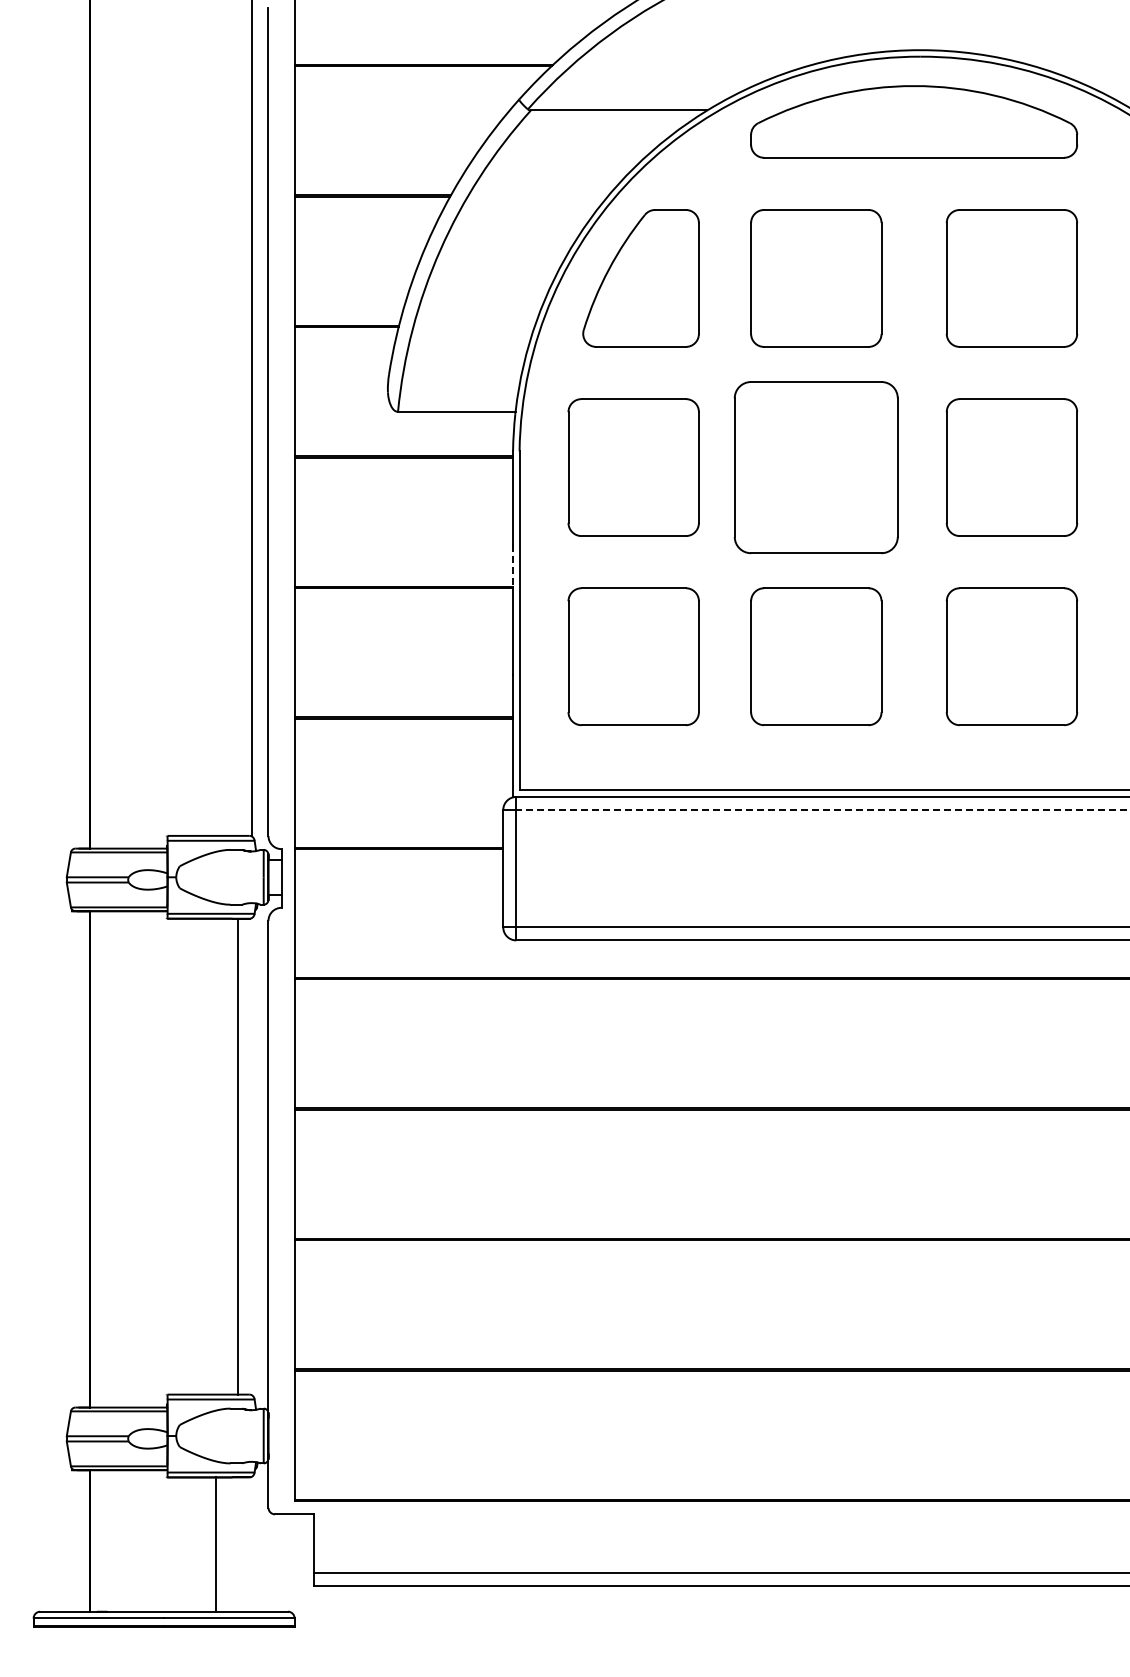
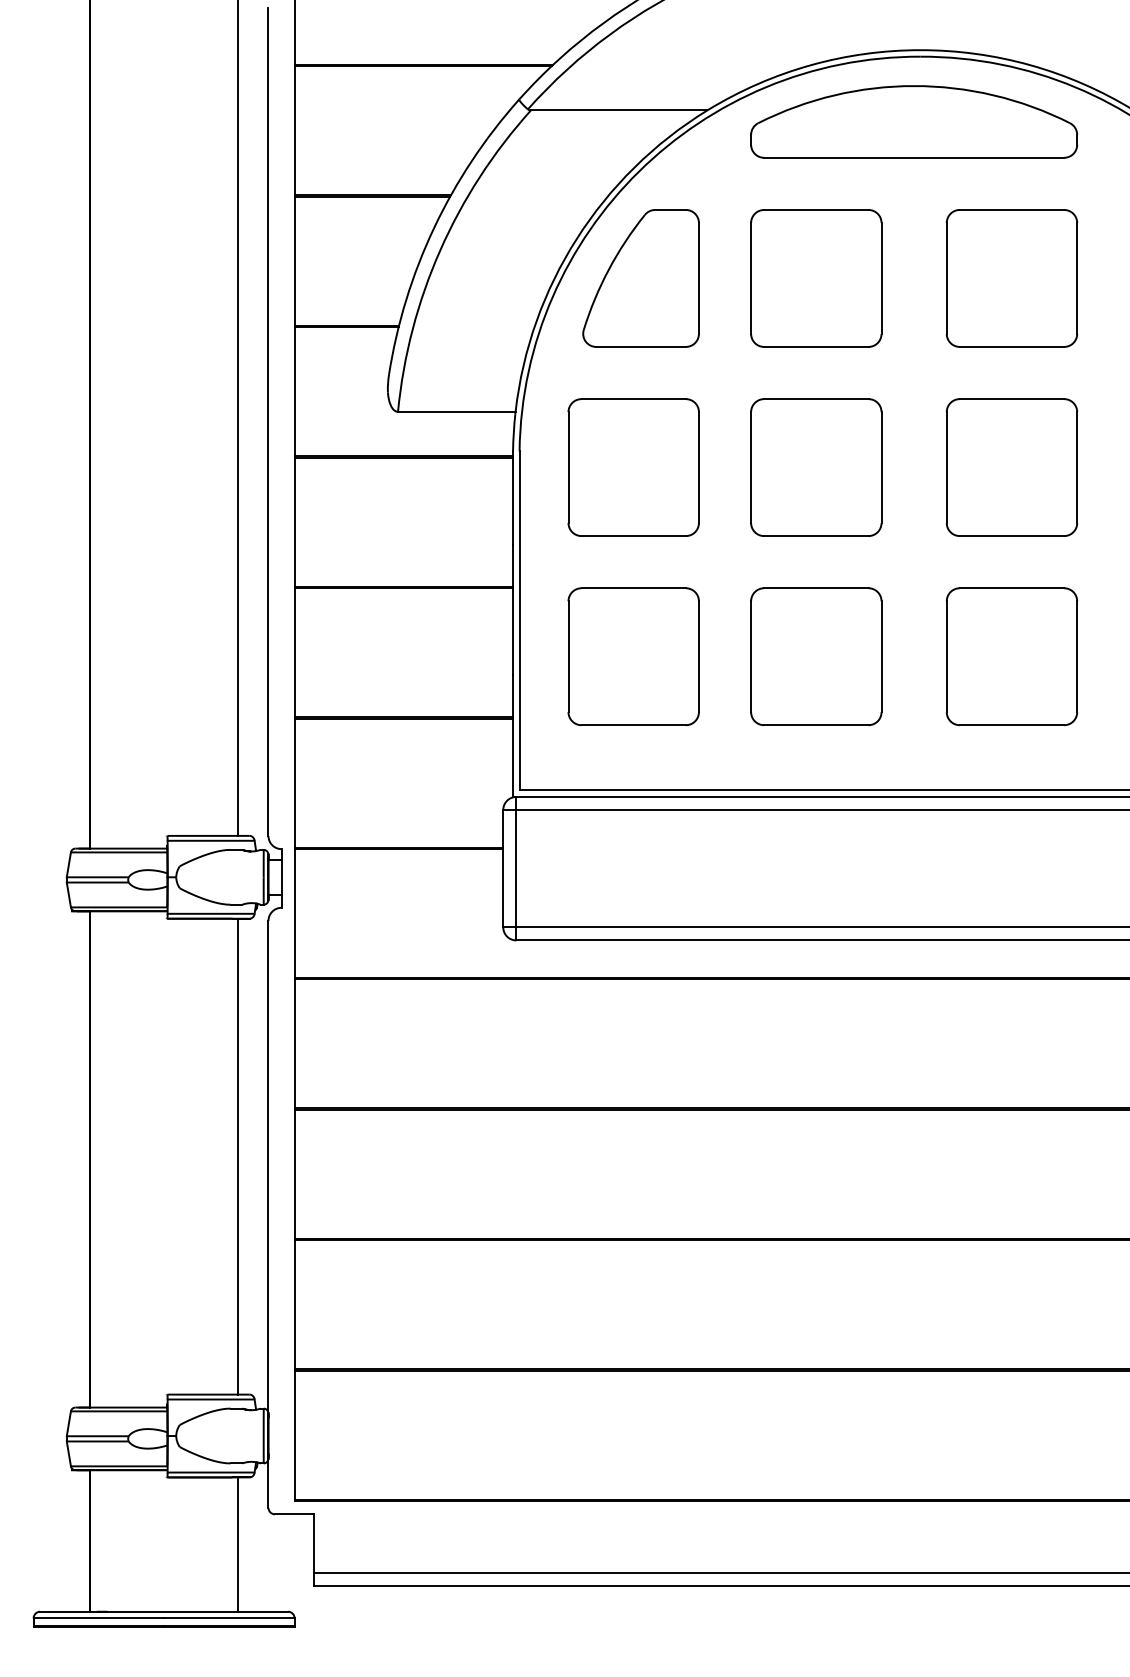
line at (252, 418) position: (252, 418) -> (238, 418)
part at (815, 467) size: 166x174 px -> 133x139 px
line at (513, 566): dashed -> solid
line at (822, 810): dashed -> solid
line at (216, 1544) position: (216, 1544) -> (238, 1544)
